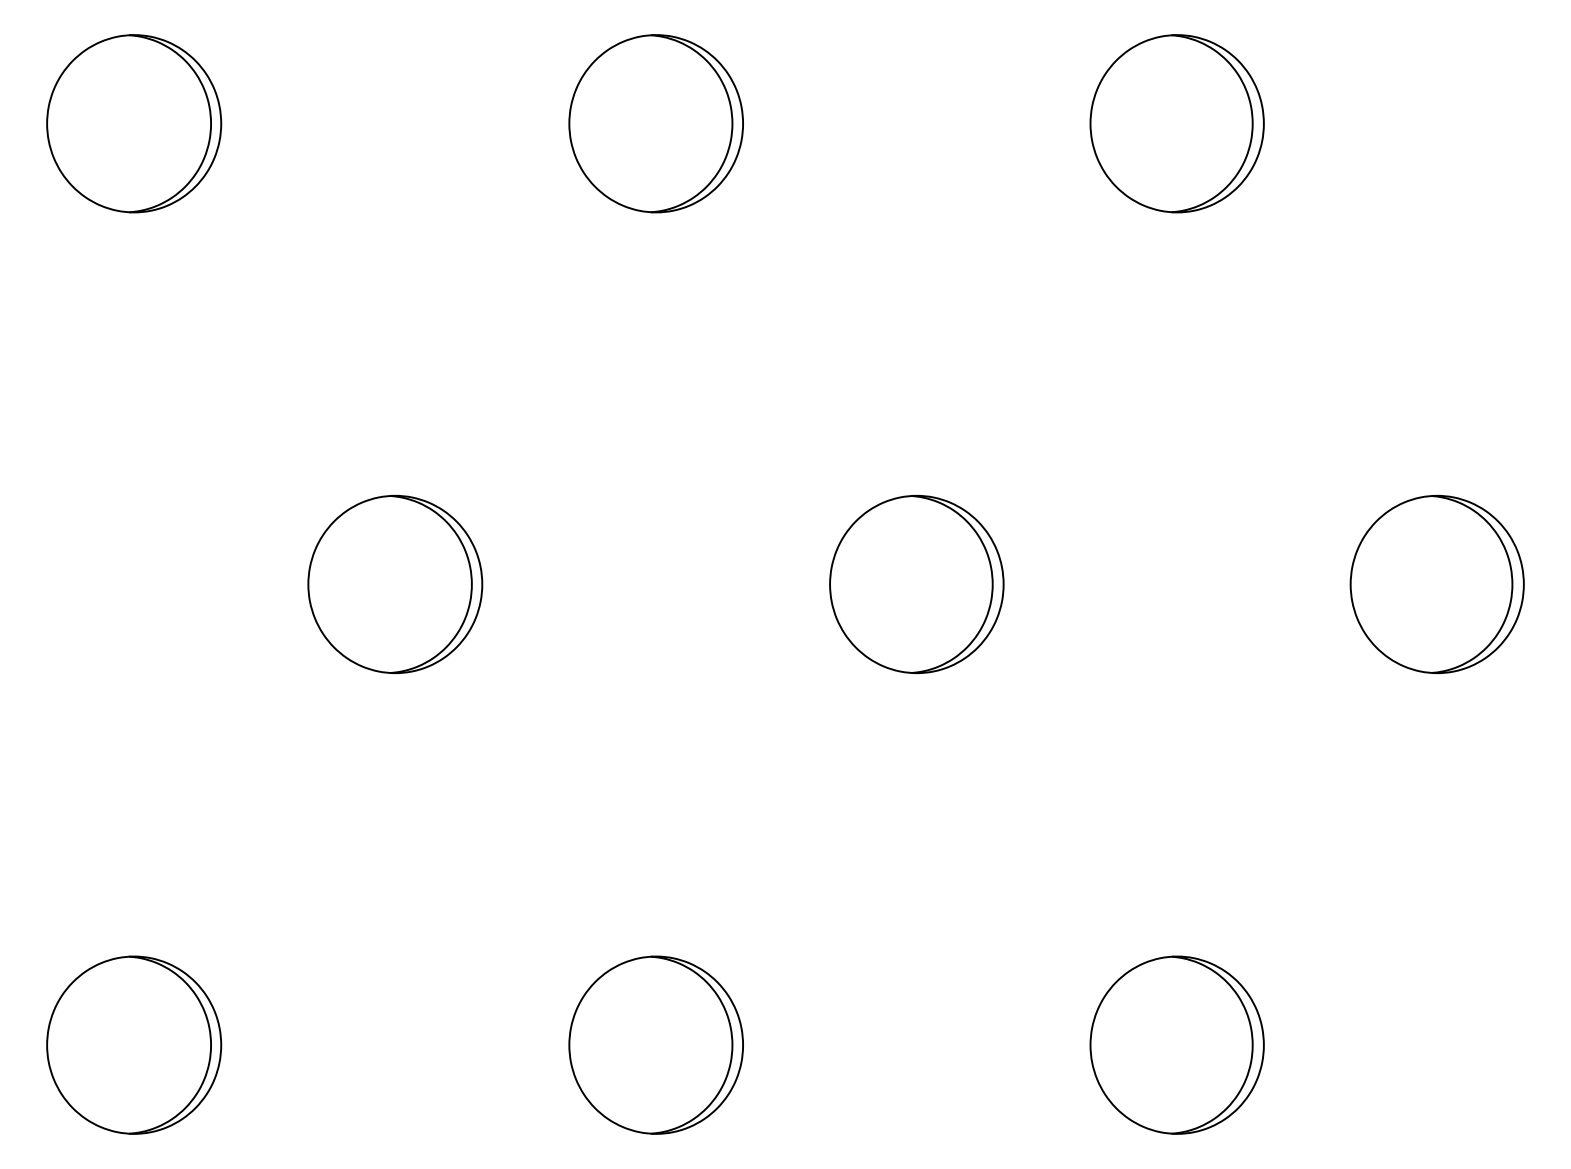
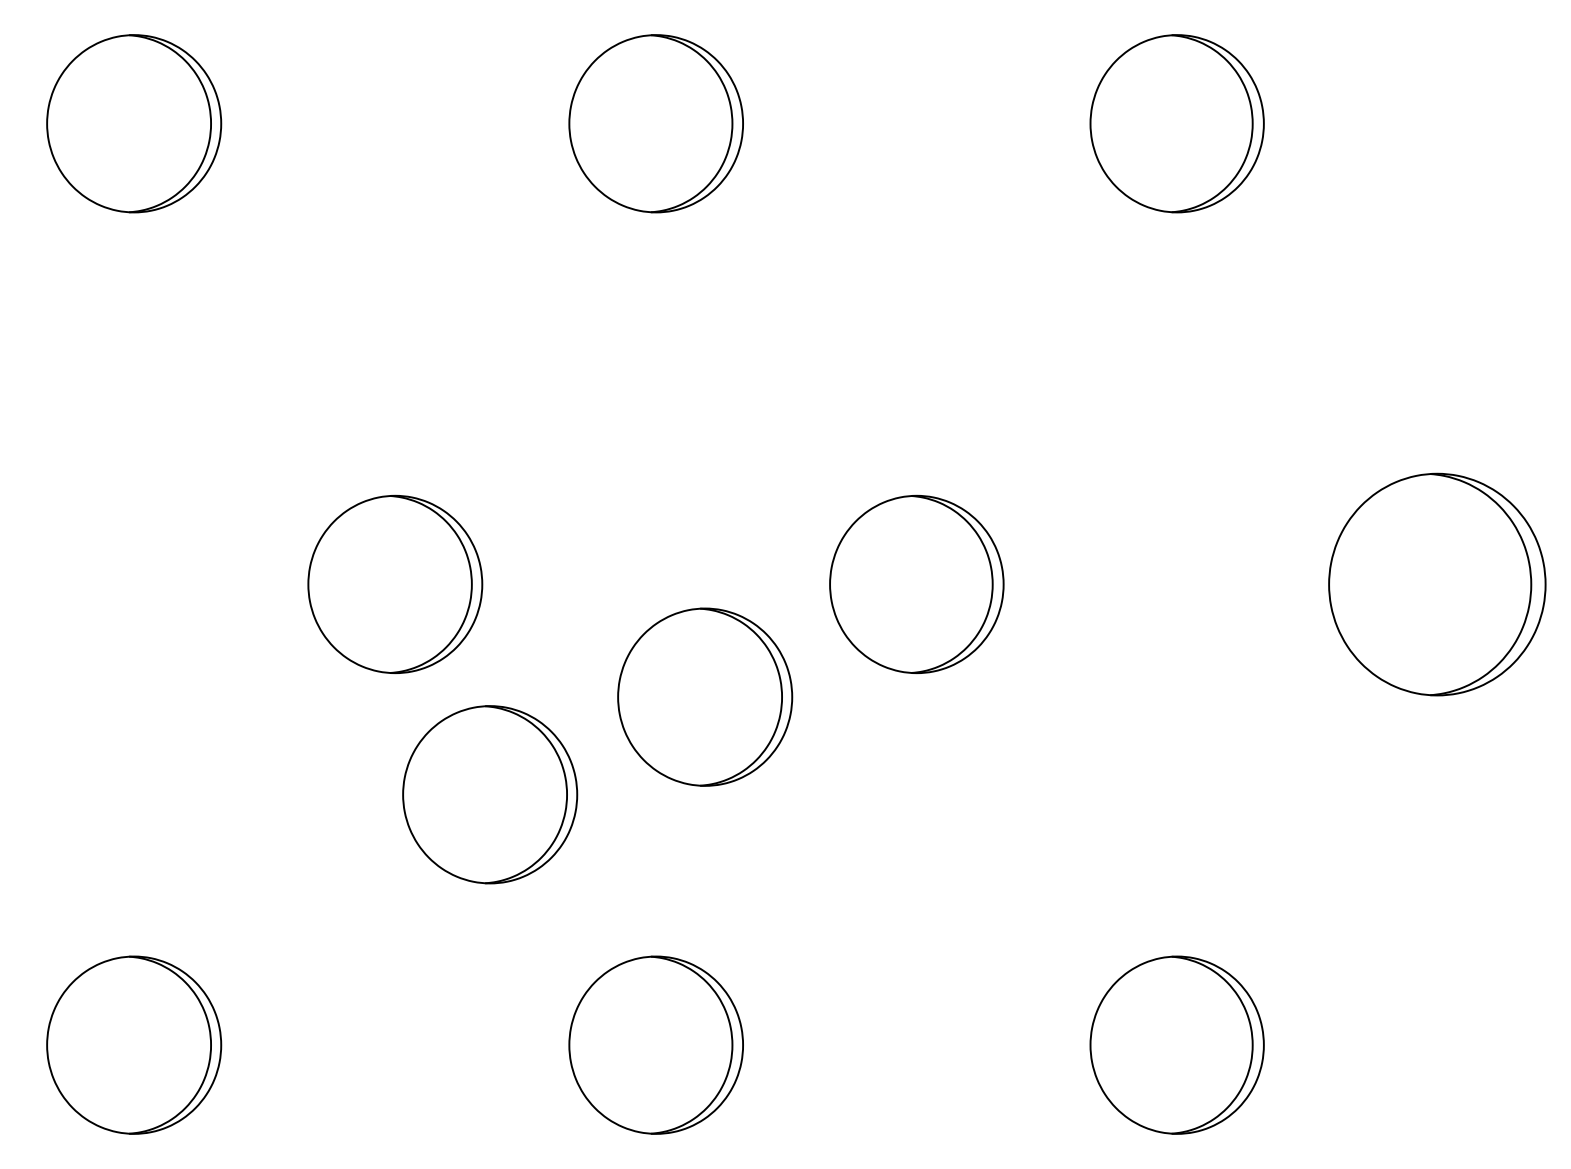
part at (1436, 583) size: 176x180 px -> 219x225 px
part at (705, 696): none -> present
part at (490, 794): none -> present
